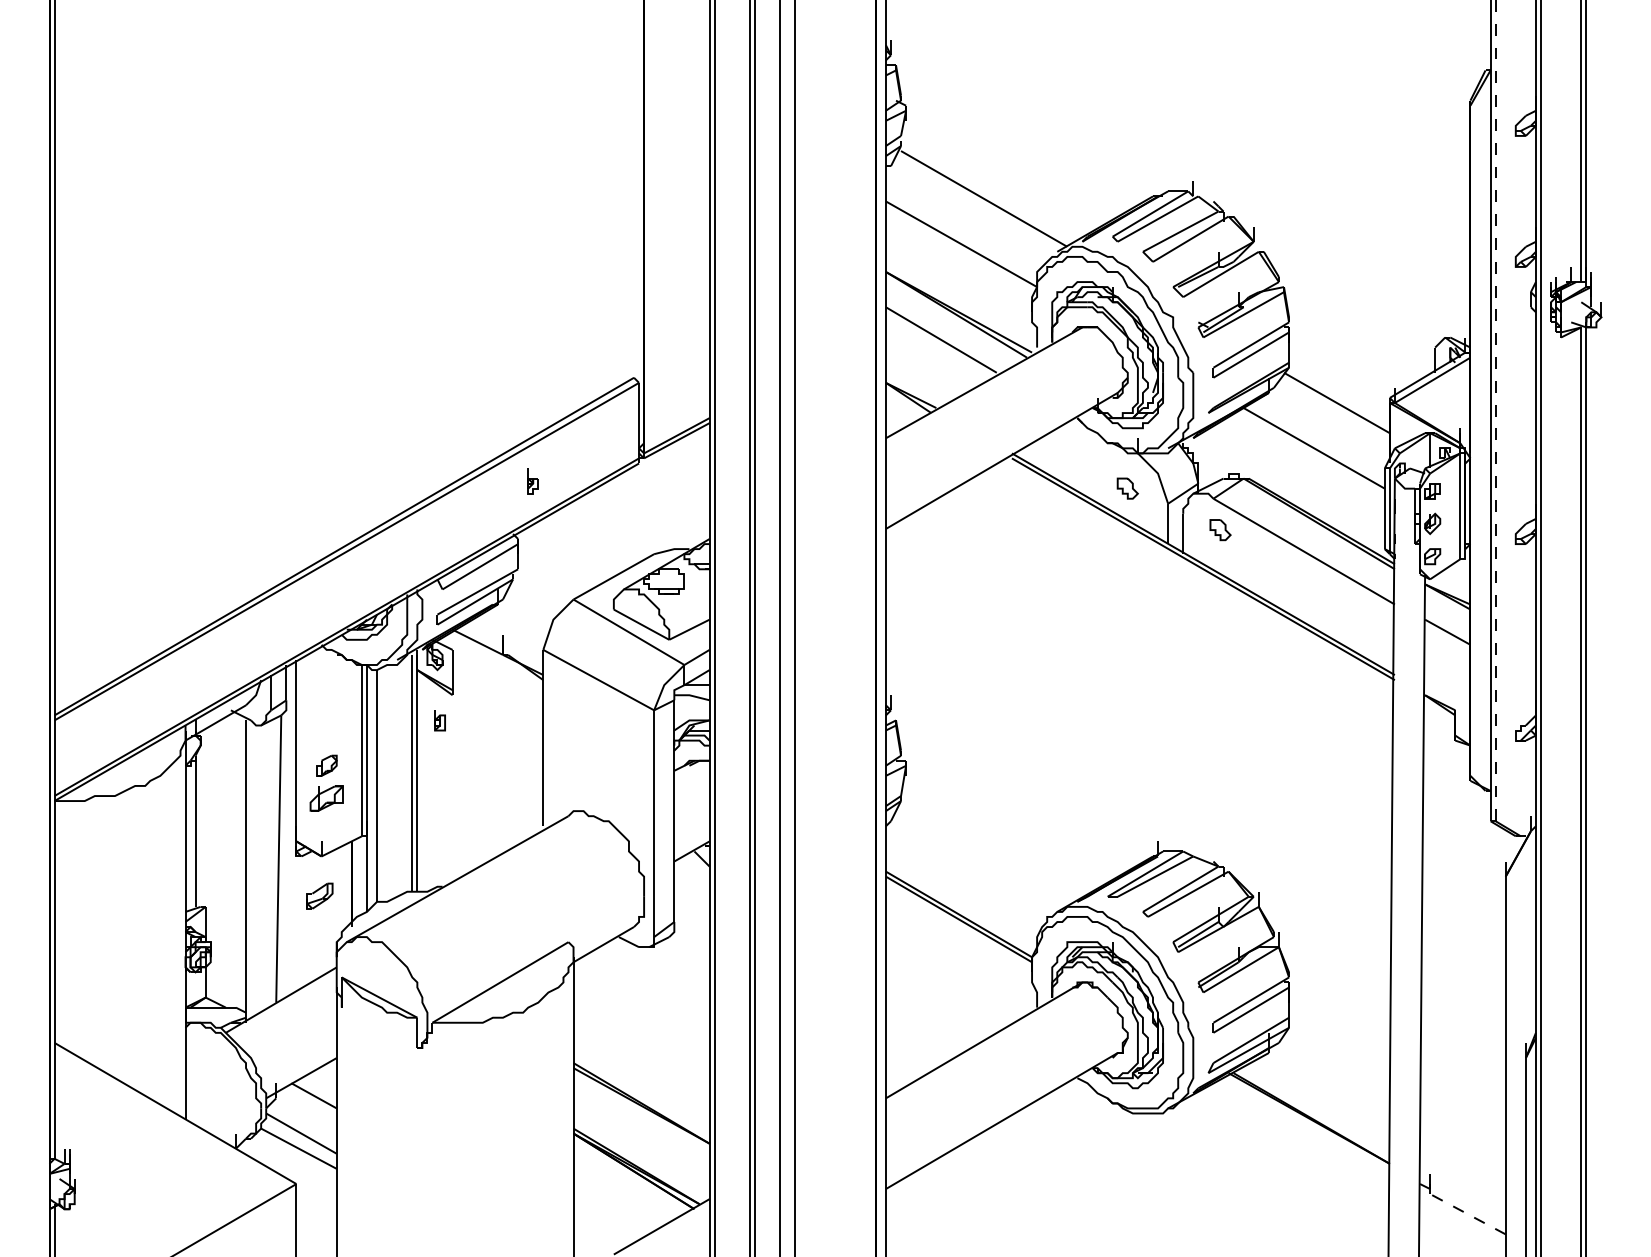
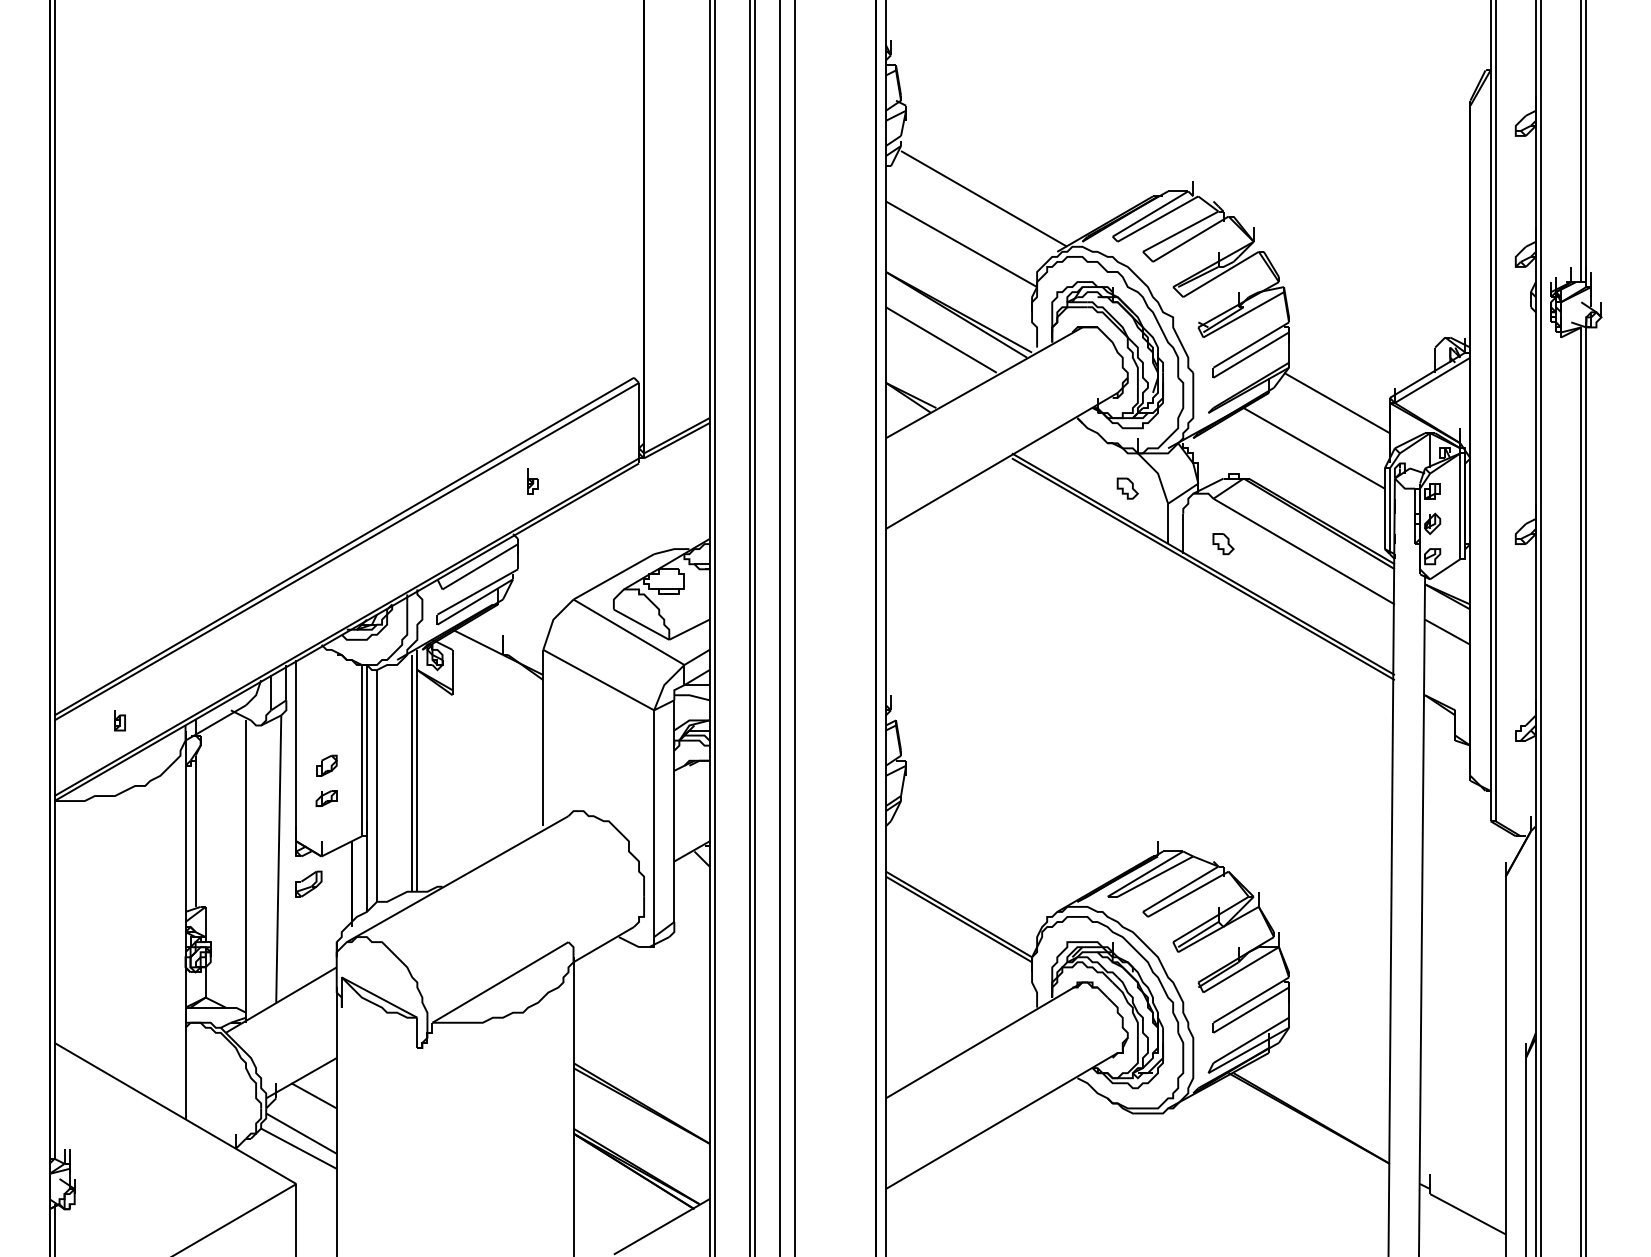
line at (1495, 410): dashed -> solid
part at (1220, 530) position: (1220, 530) -> (1223, 544)
part at (439, 720) position: (439, 720) -> (119, 720)
part at (326, 798) size: 35x27 px -> 23x17 px
part at (319, 895) position: (319, 895) -> (308, 883)
line at (1467, 1214): dashed -> solid
